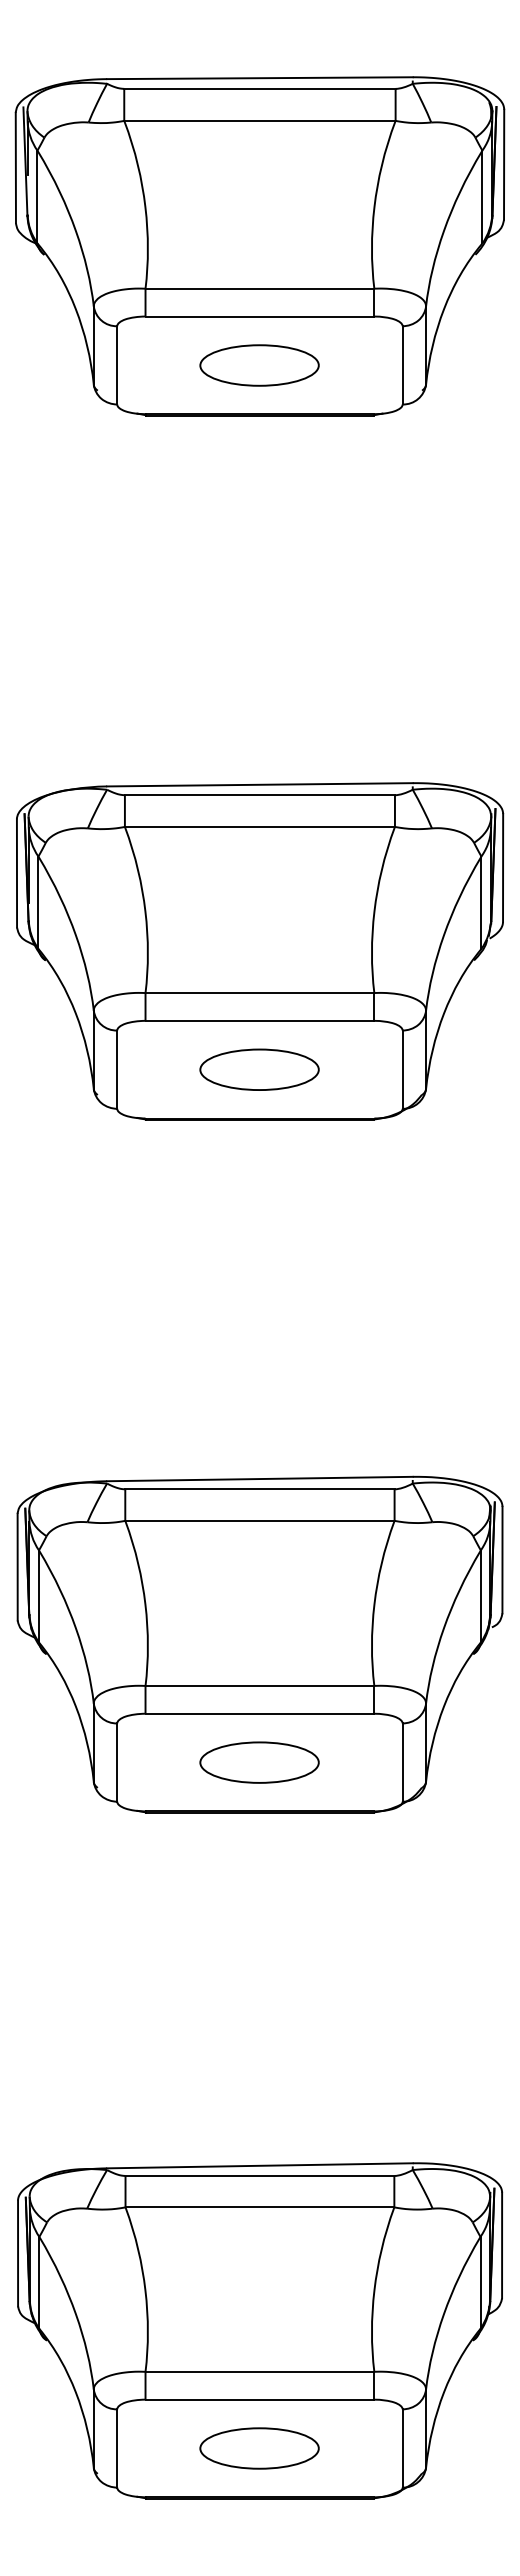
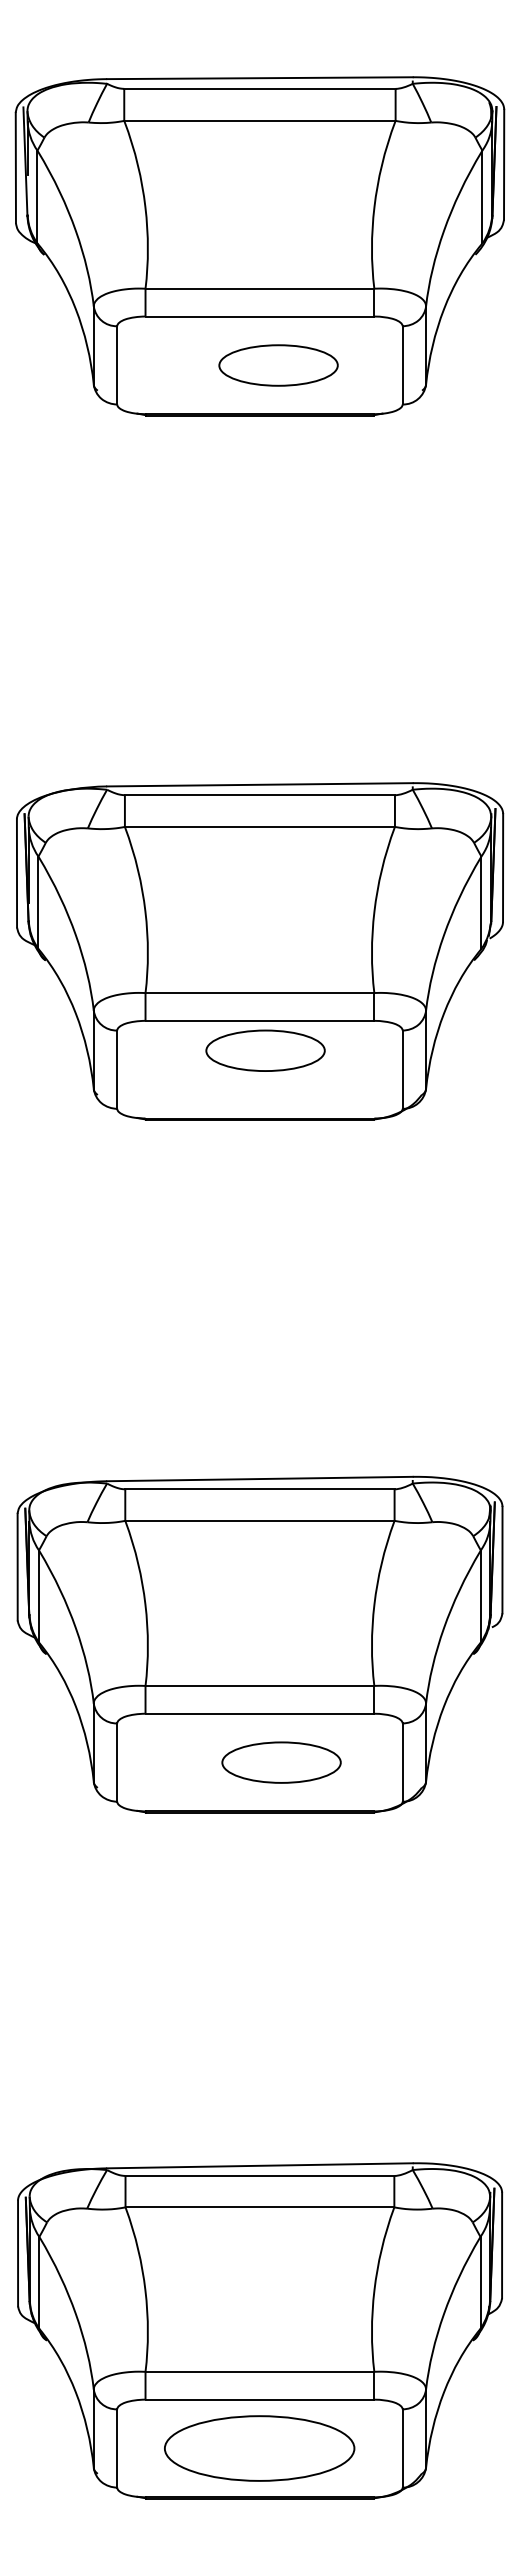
part at (259, 365) position: (259, 365) -> (278, 365)
part at (259, 1069) position: (259, 1069) -> (265, 1050)
part at (259, 1762) position: (259, 1762) -> (281, 1762)
part at (259, 2448) size: 121x43 px -> 192x67 px
